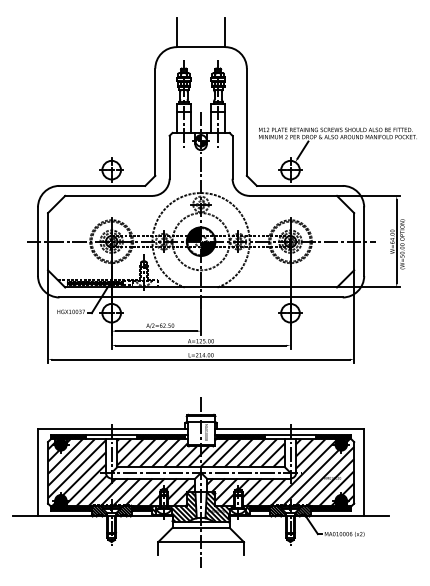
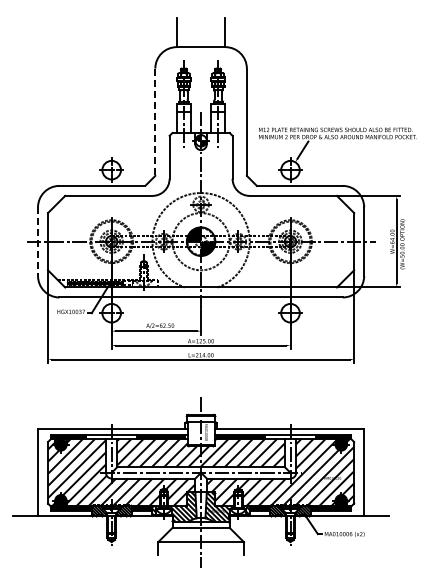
line at (155, 122): solid -> dashed
line at (38, 242): solid -> dashed
